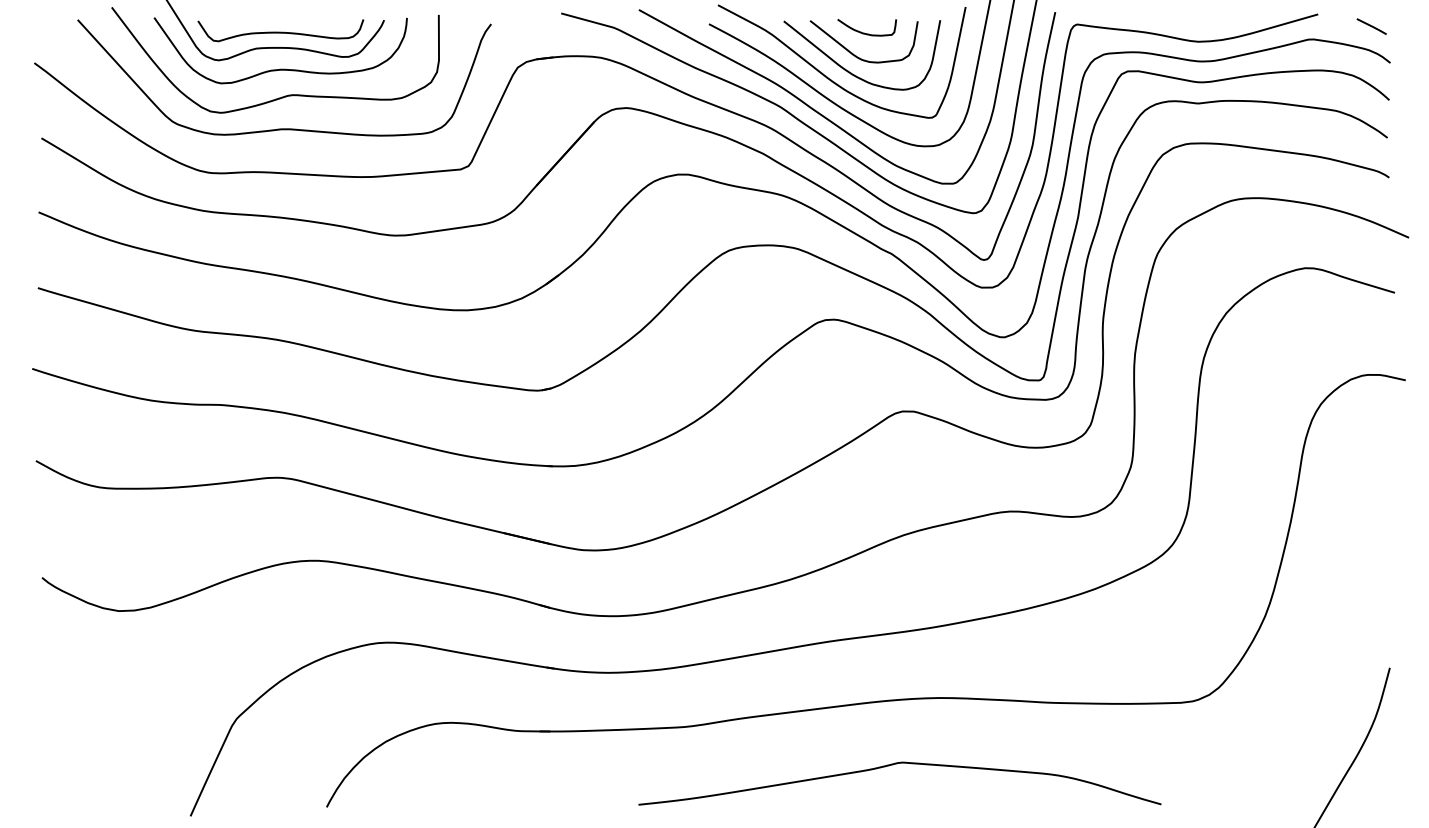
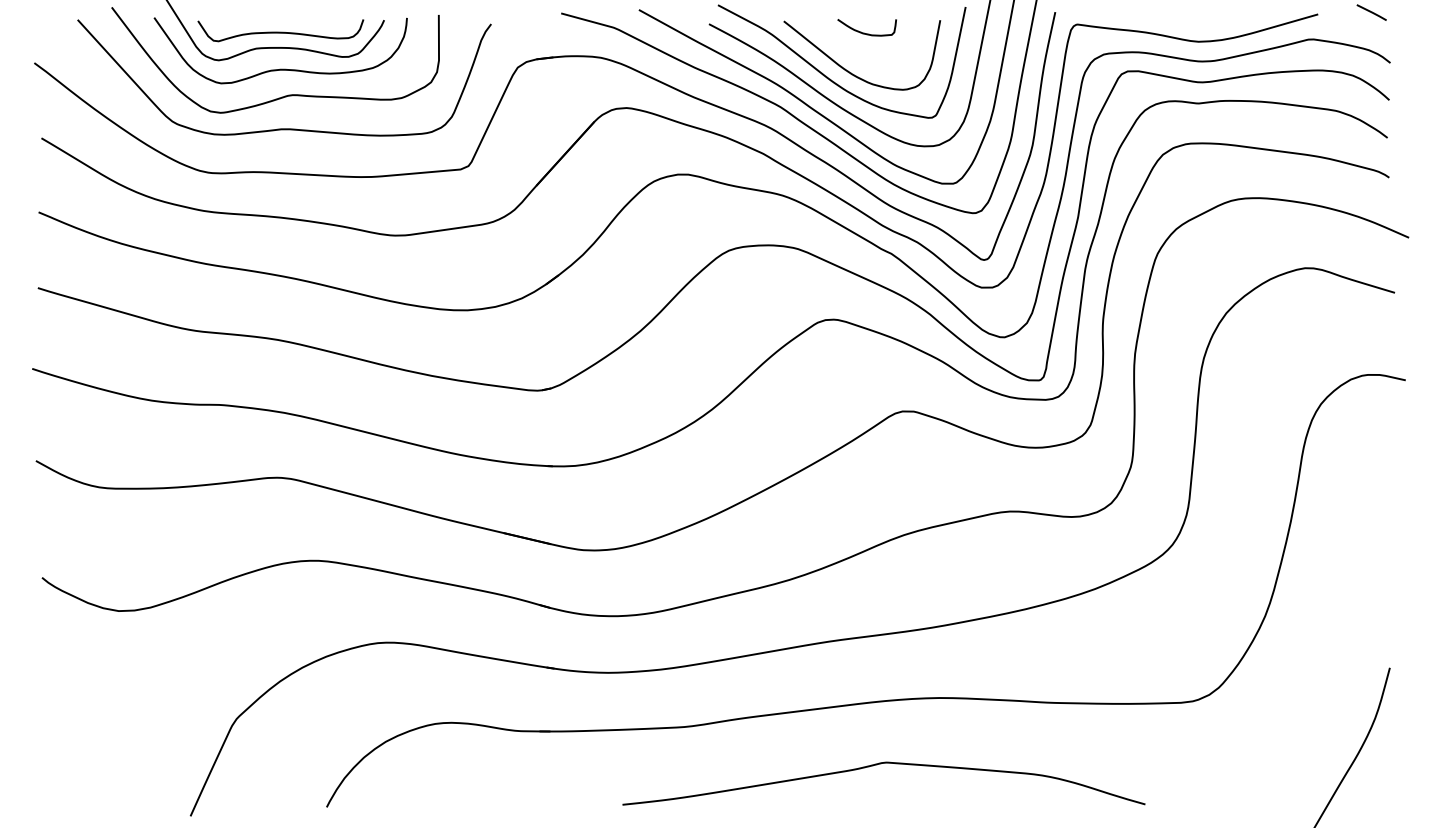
line at (1371, 26) position: (1371, 26) -> (1371, 12)
curve at (852, 52): present -> none
curve at (893, 765) position: (893, 765) -> (877, 765)
